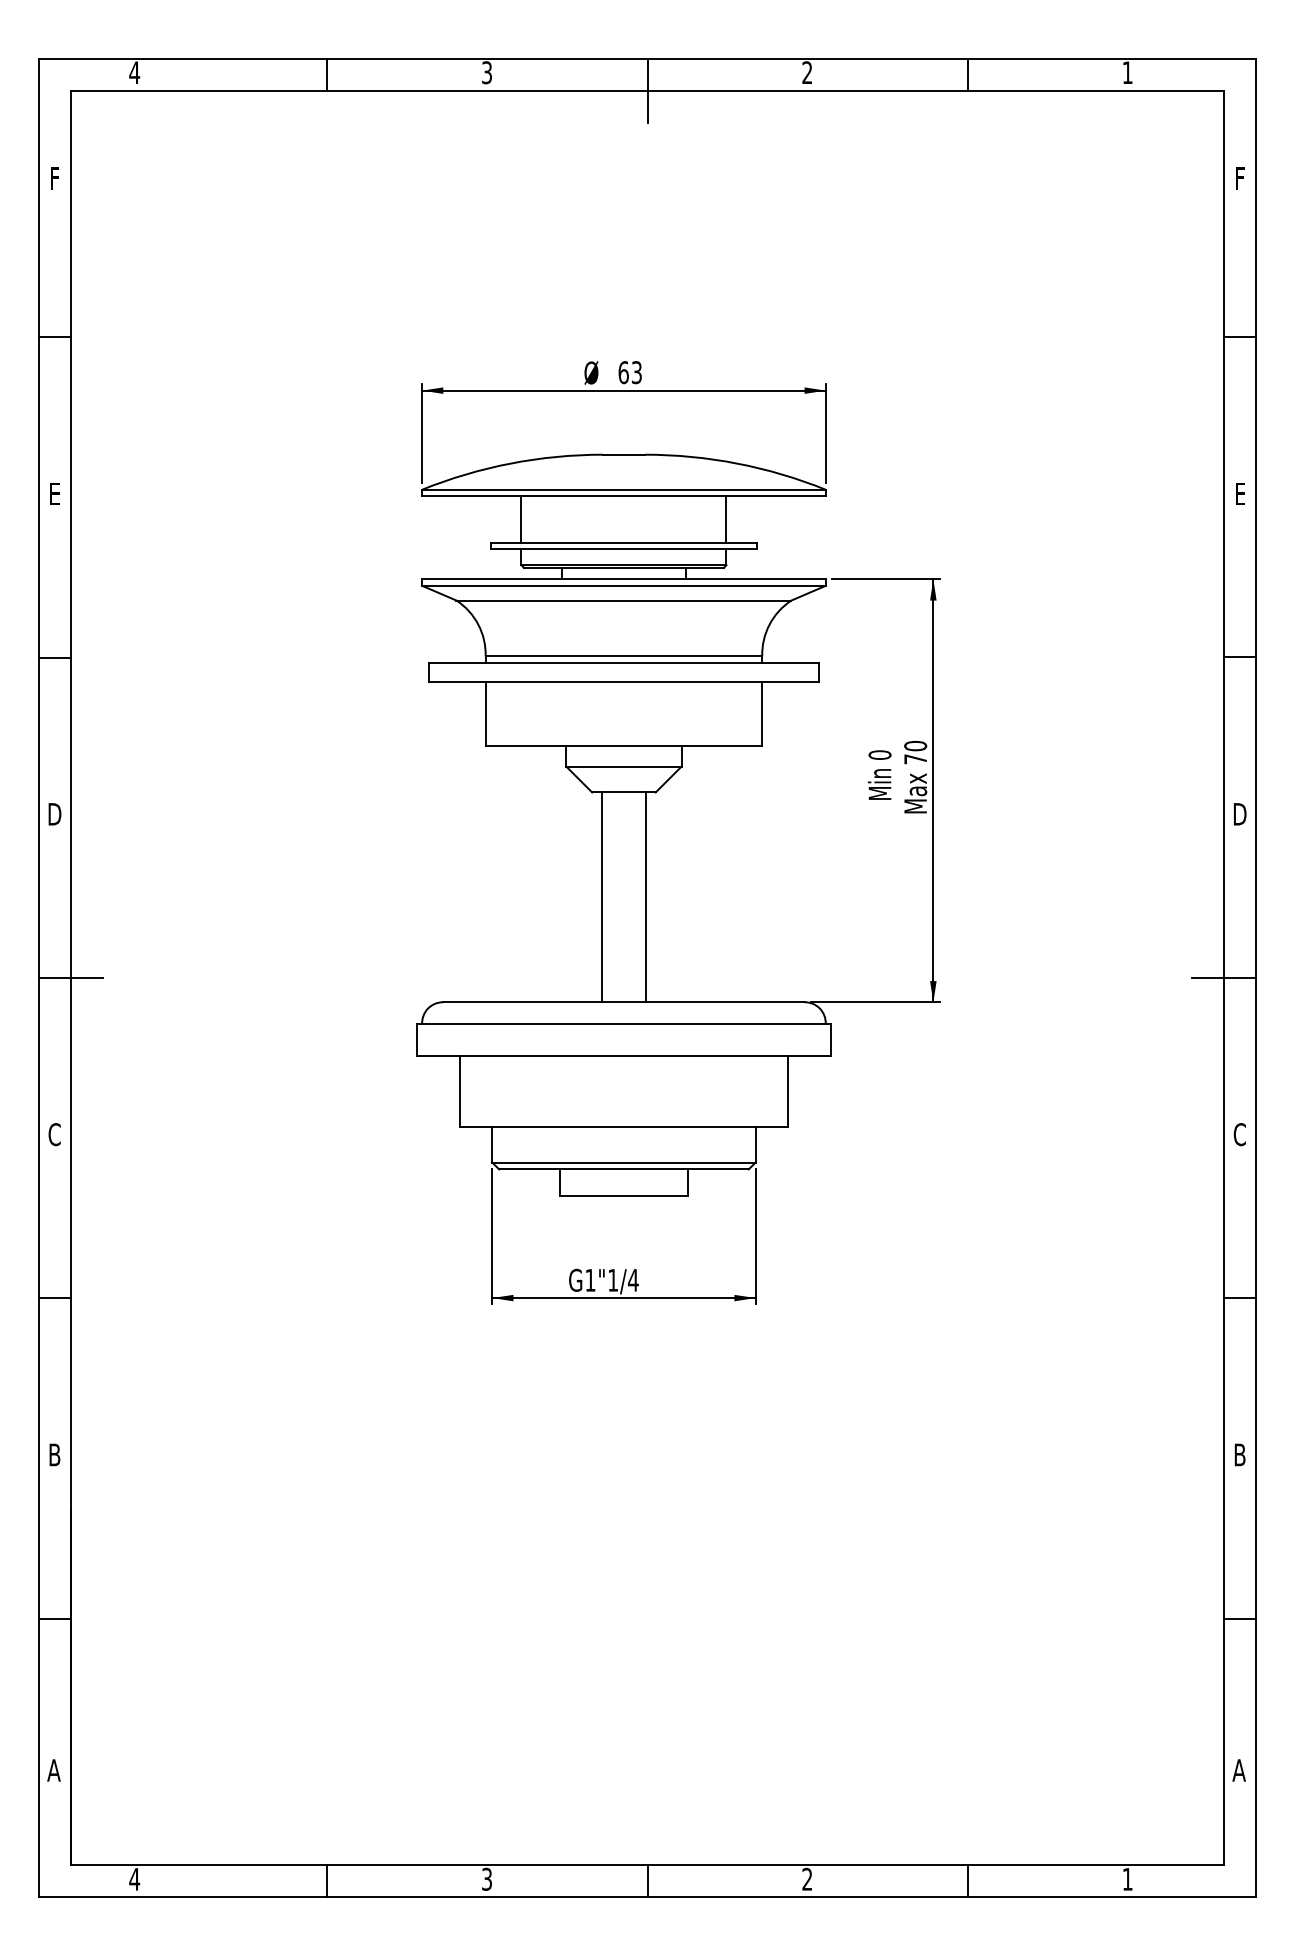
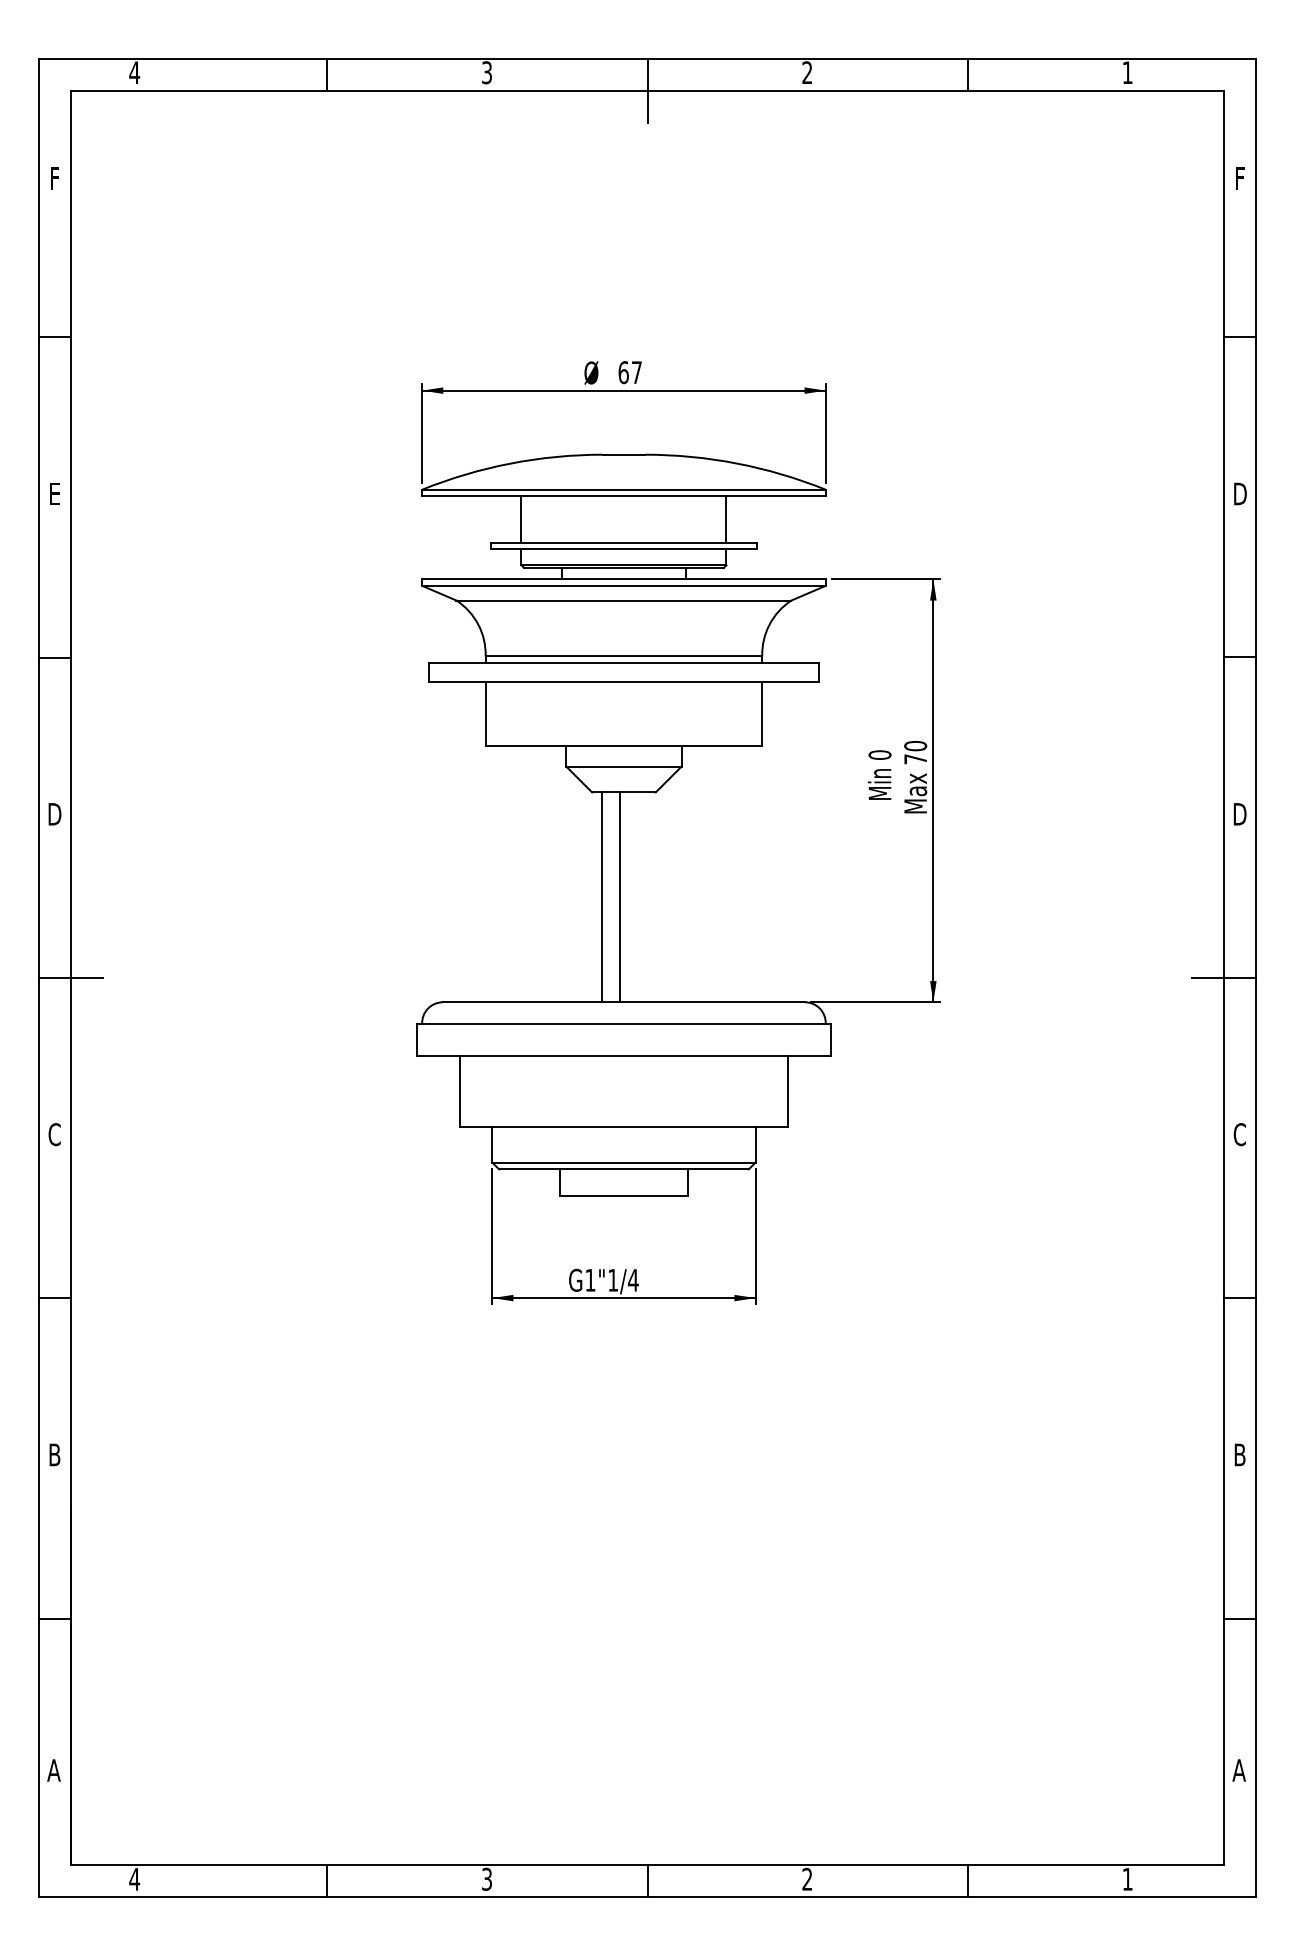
text at (636, 372): 63 -> 67
text at (1240, 493): E -> D
line at (646, 897) position: (646, 897) -> (620, 897)
